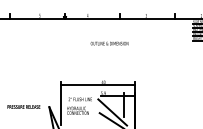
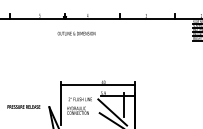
text at (109, 43) position: (109, 43) -> (76, 33)
